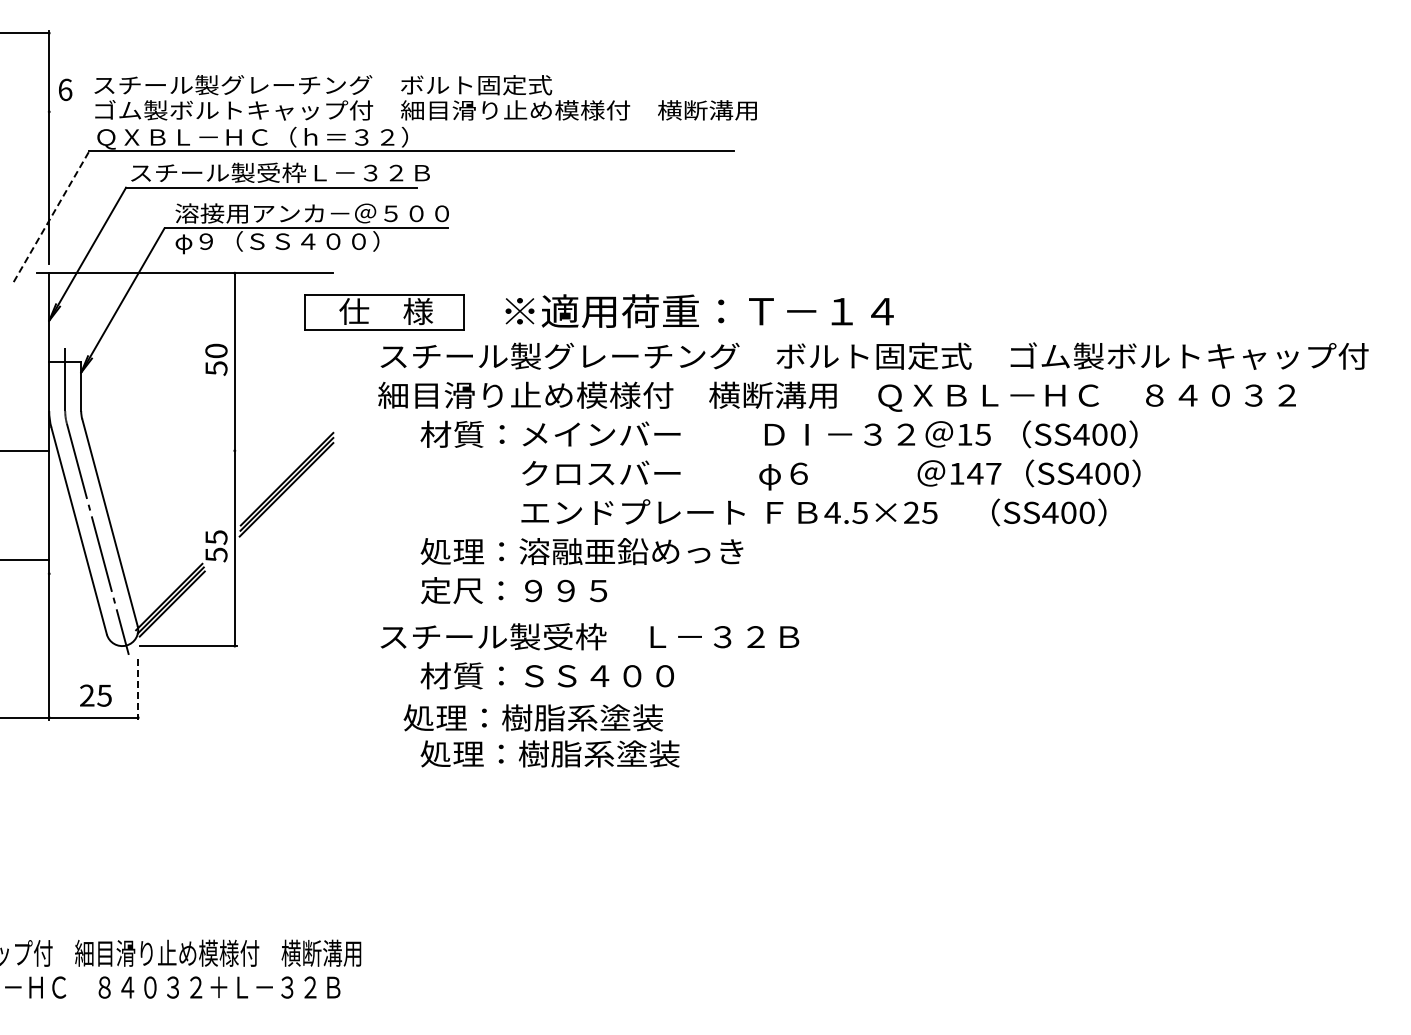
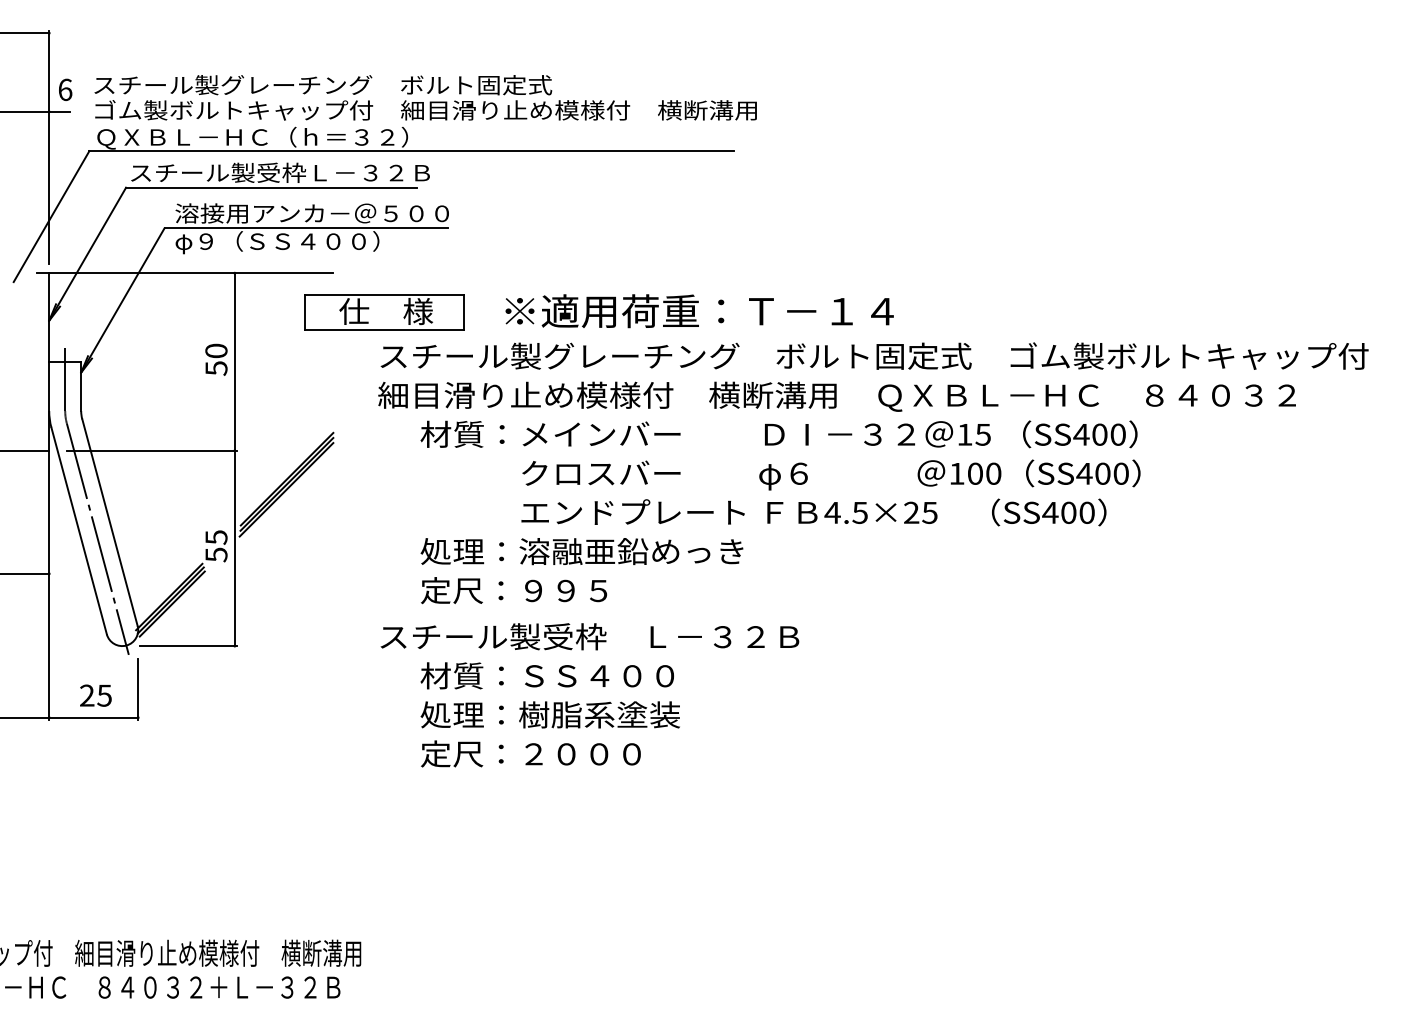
line at (36, 111): none -> present
line at (51, 216): dashed -> solid
line at (151, 450): none -> present
text at (984, 473): 147 -> 100
line at (25, 559) position: (25, 559) -> (25, 573)
line at (138, 689): dashed -> solid
text at (532, 717) position: (532, 717) -> (549, 714)
text at (549, 753): 処理：樹脂系塗装 -> 定尺：２０００
